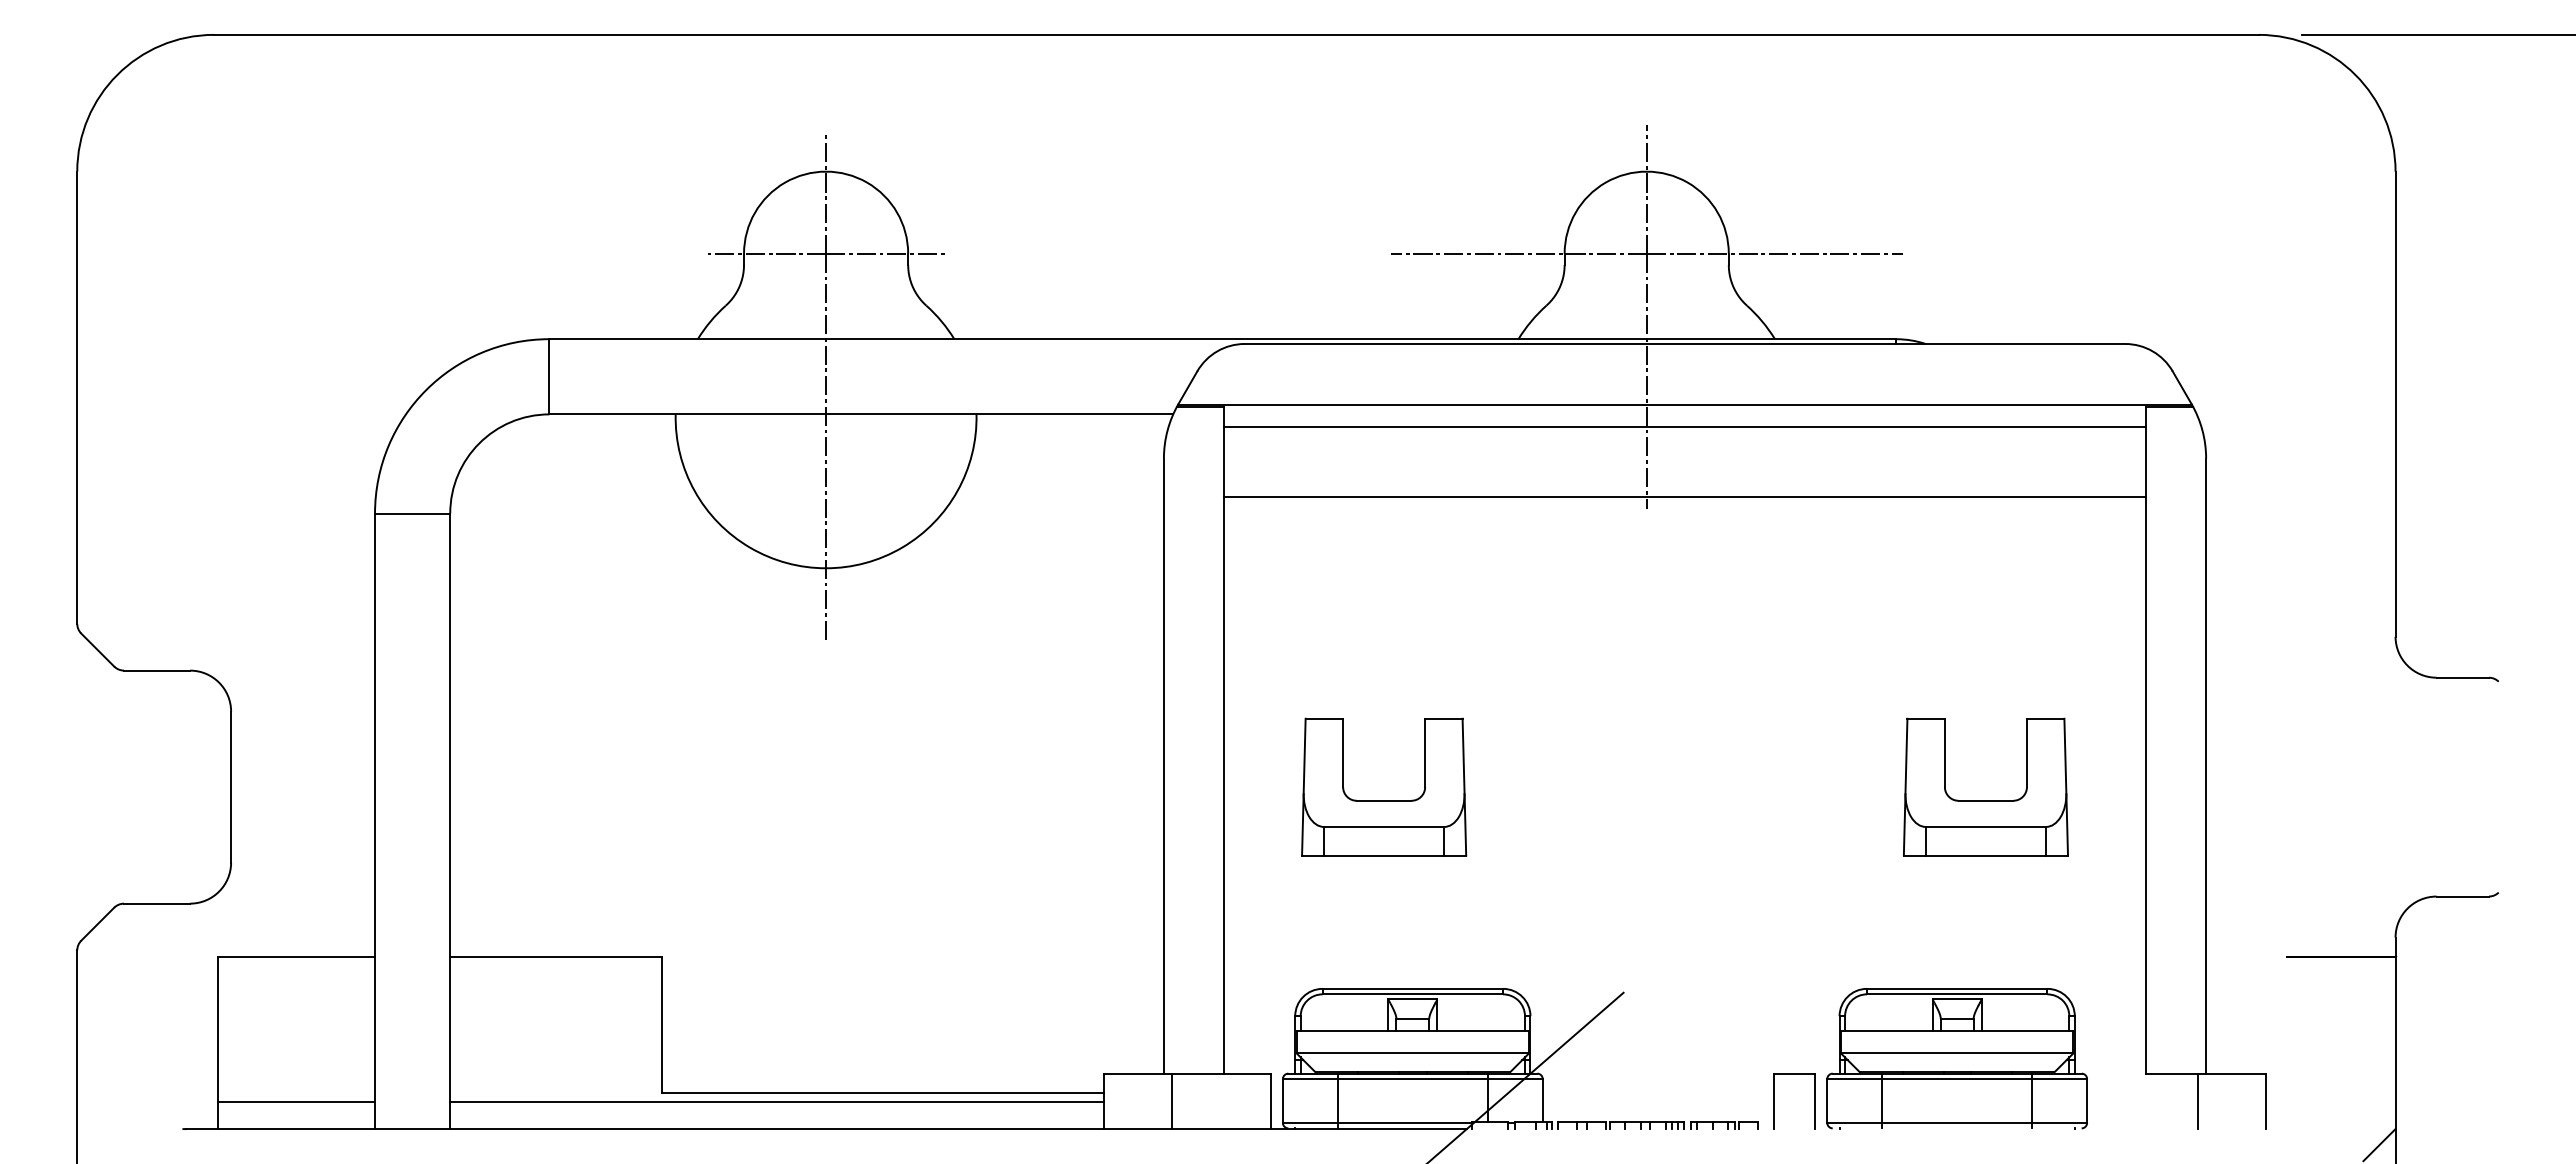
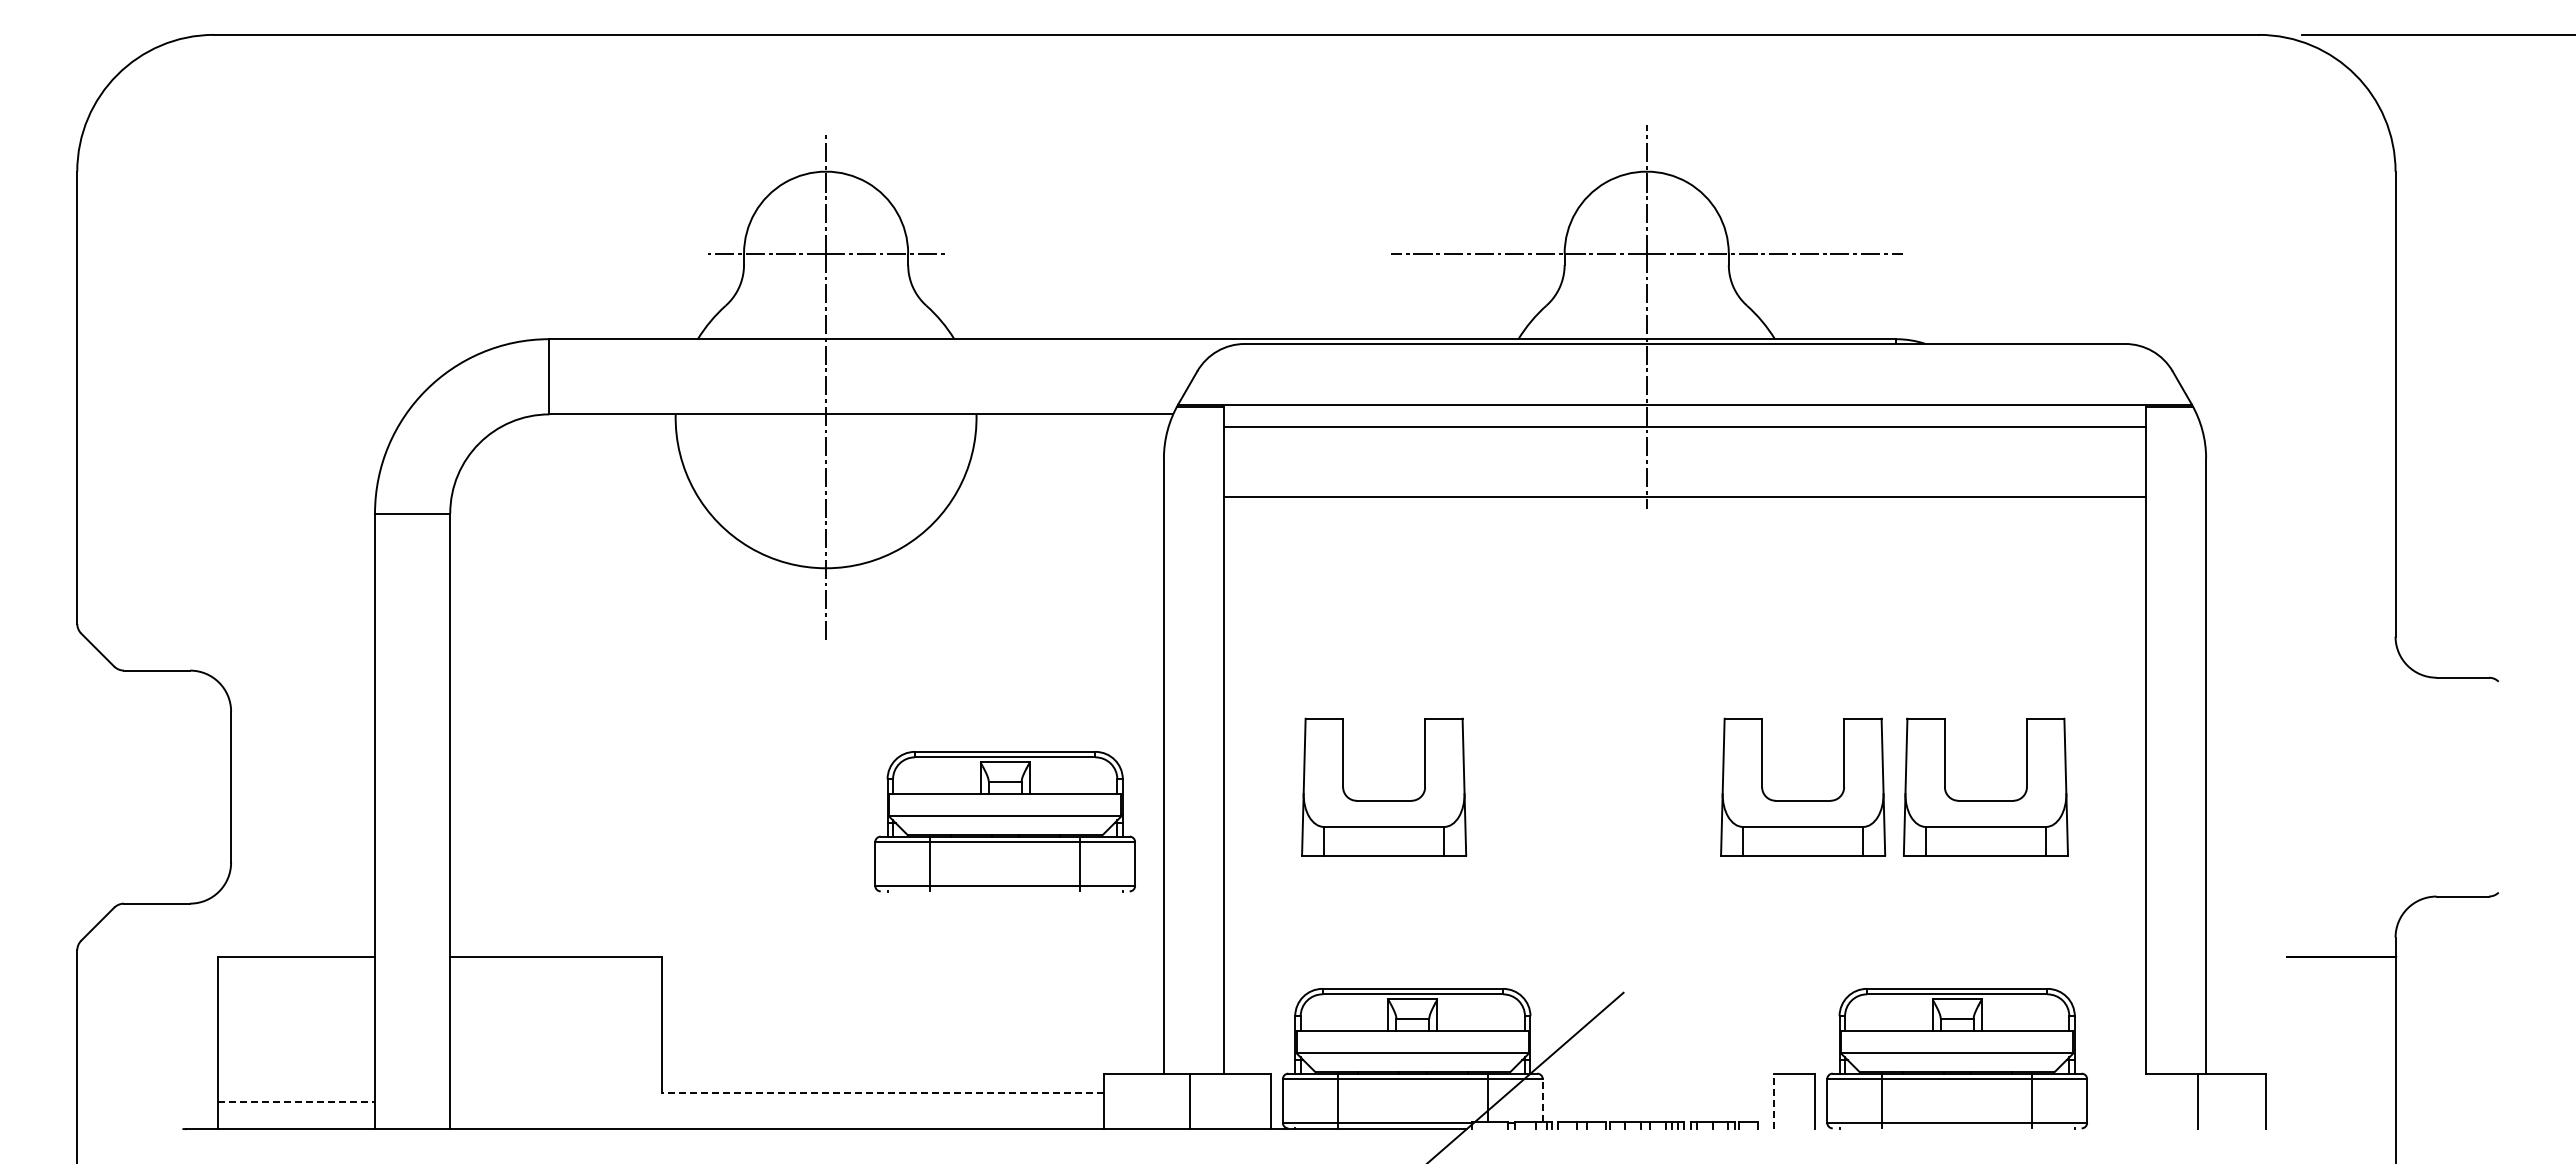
part at (1803, 800): none -> present
part at (1004, 821): none -> present
line at (882, 1093): solid -> dashed
line at (1542, 1100): solid -> dashed
line at (296, 1101): solid -> dashed
line at (776, 1101): present -> none
line at (1172, 1101) position: (1172, 1101) -> (1190, 1101)
line at (1773, 1101): solid -> dashed
line at (2379, 1144): present -> none
